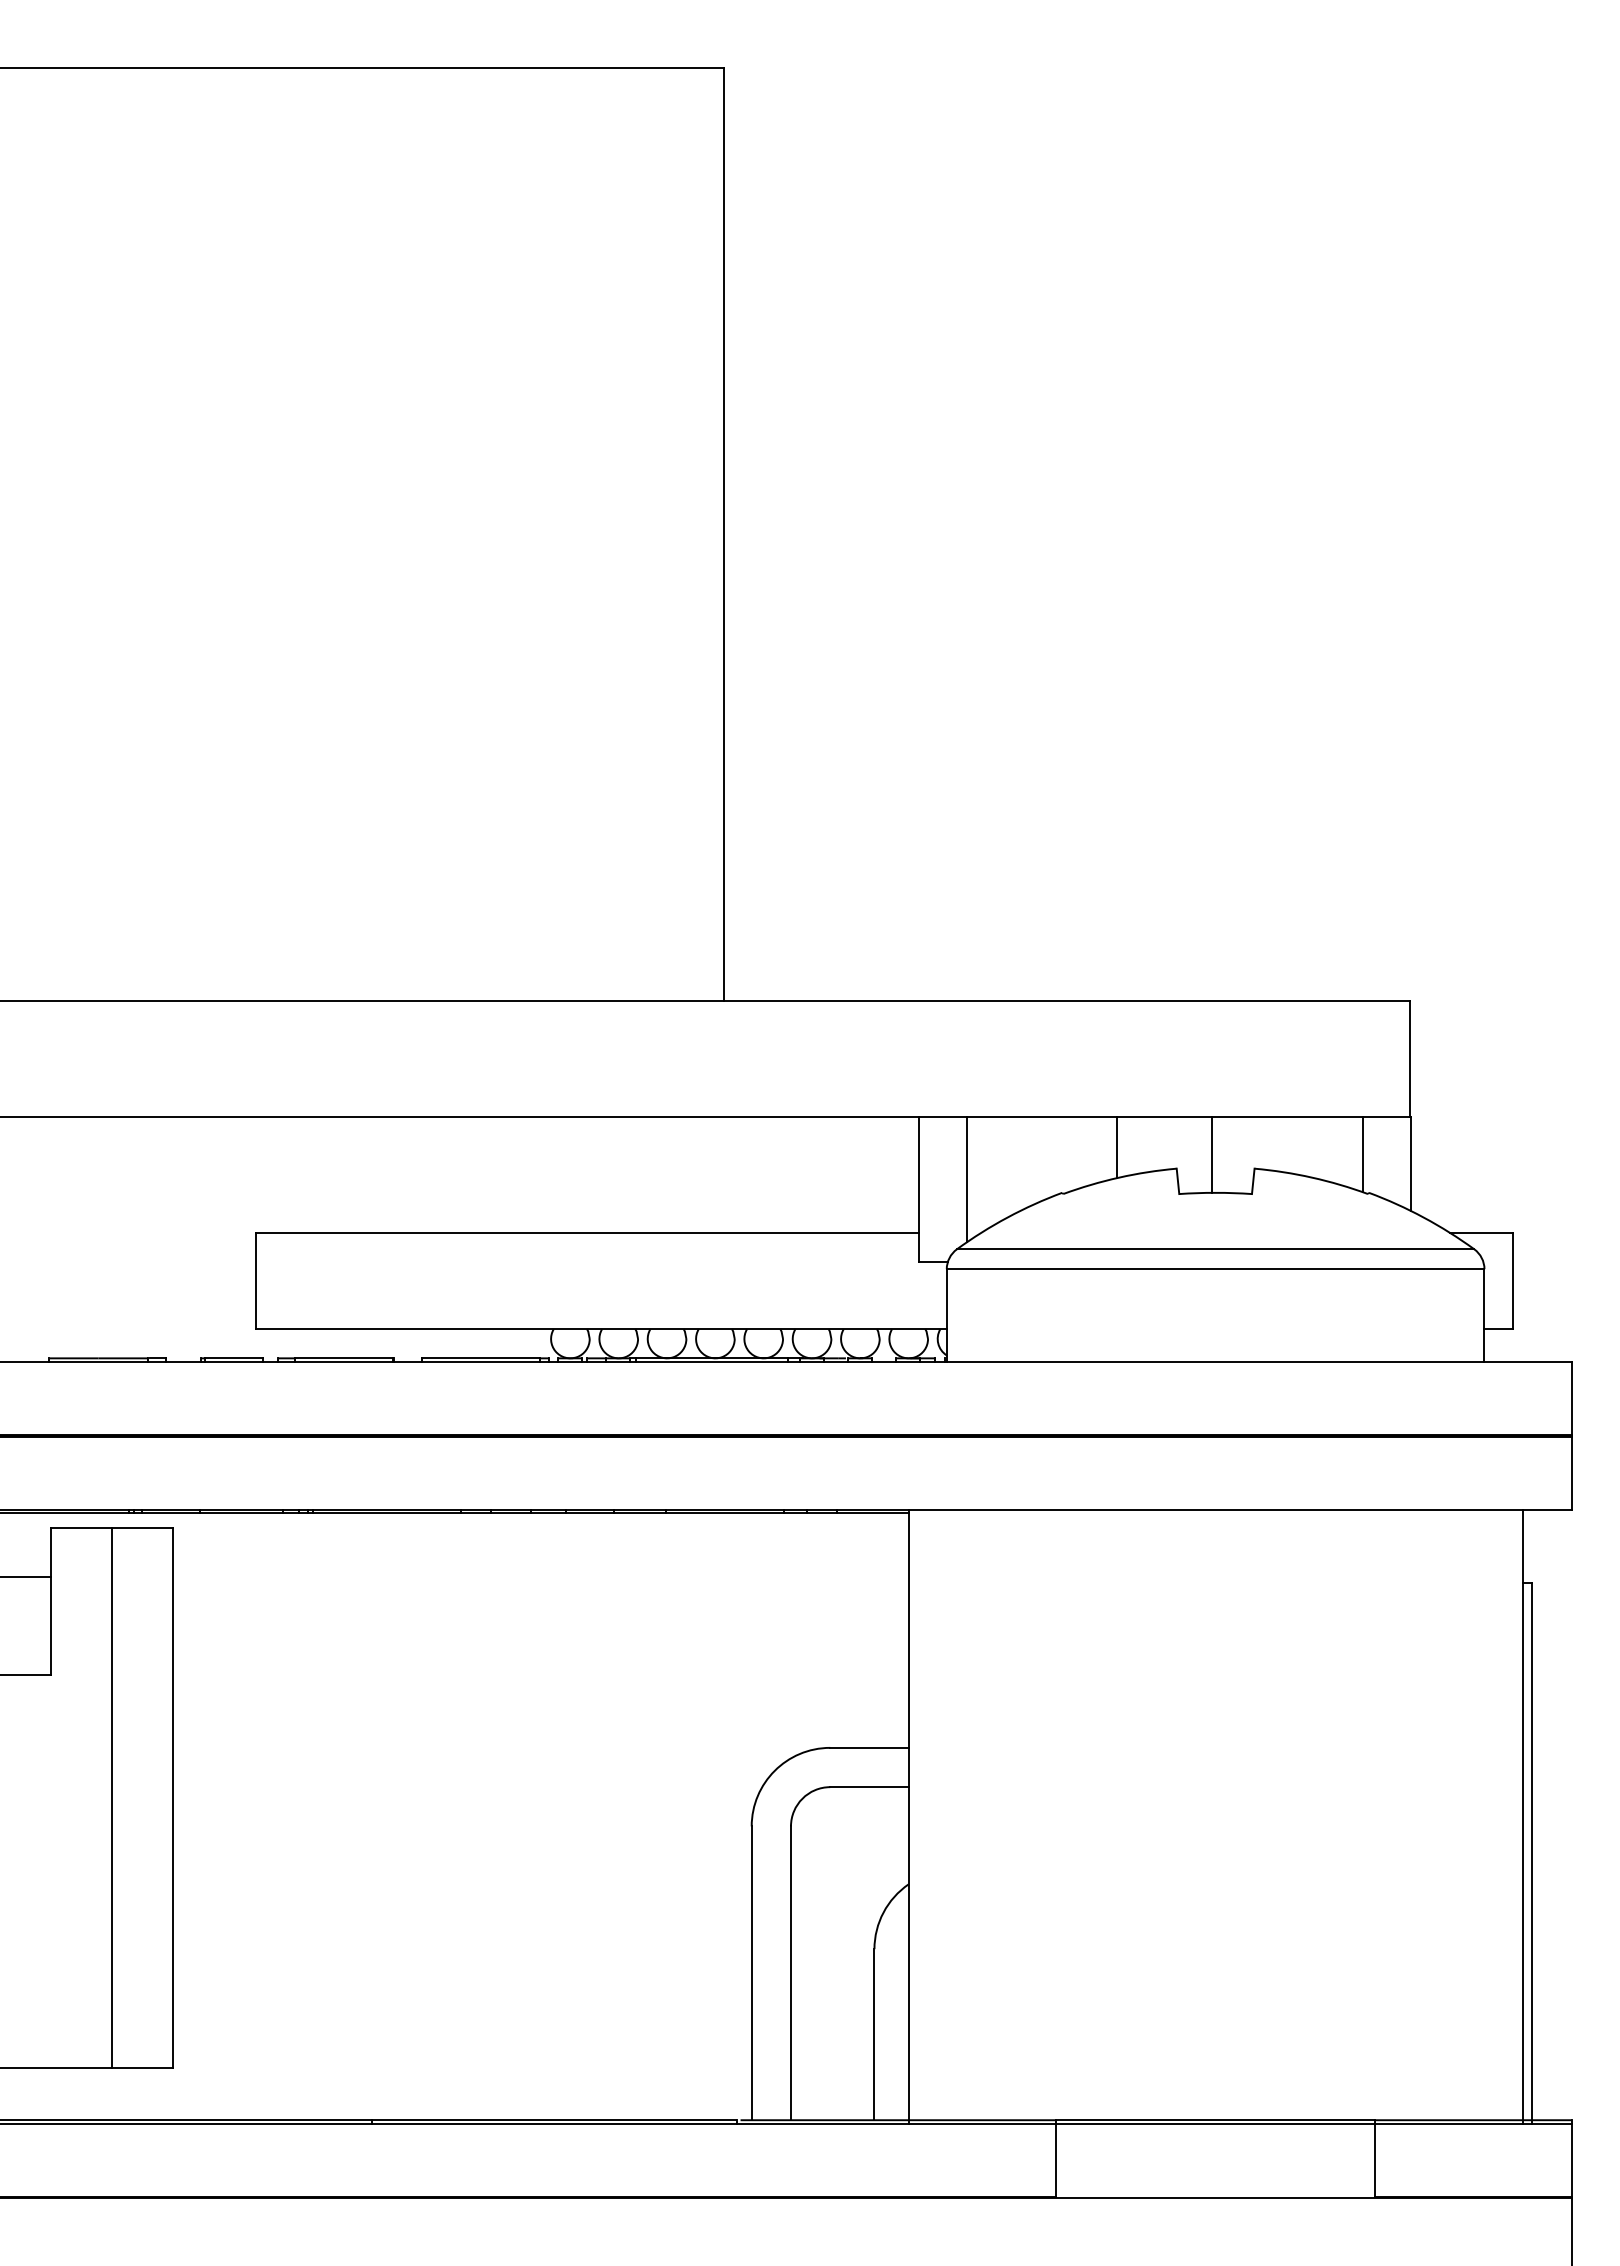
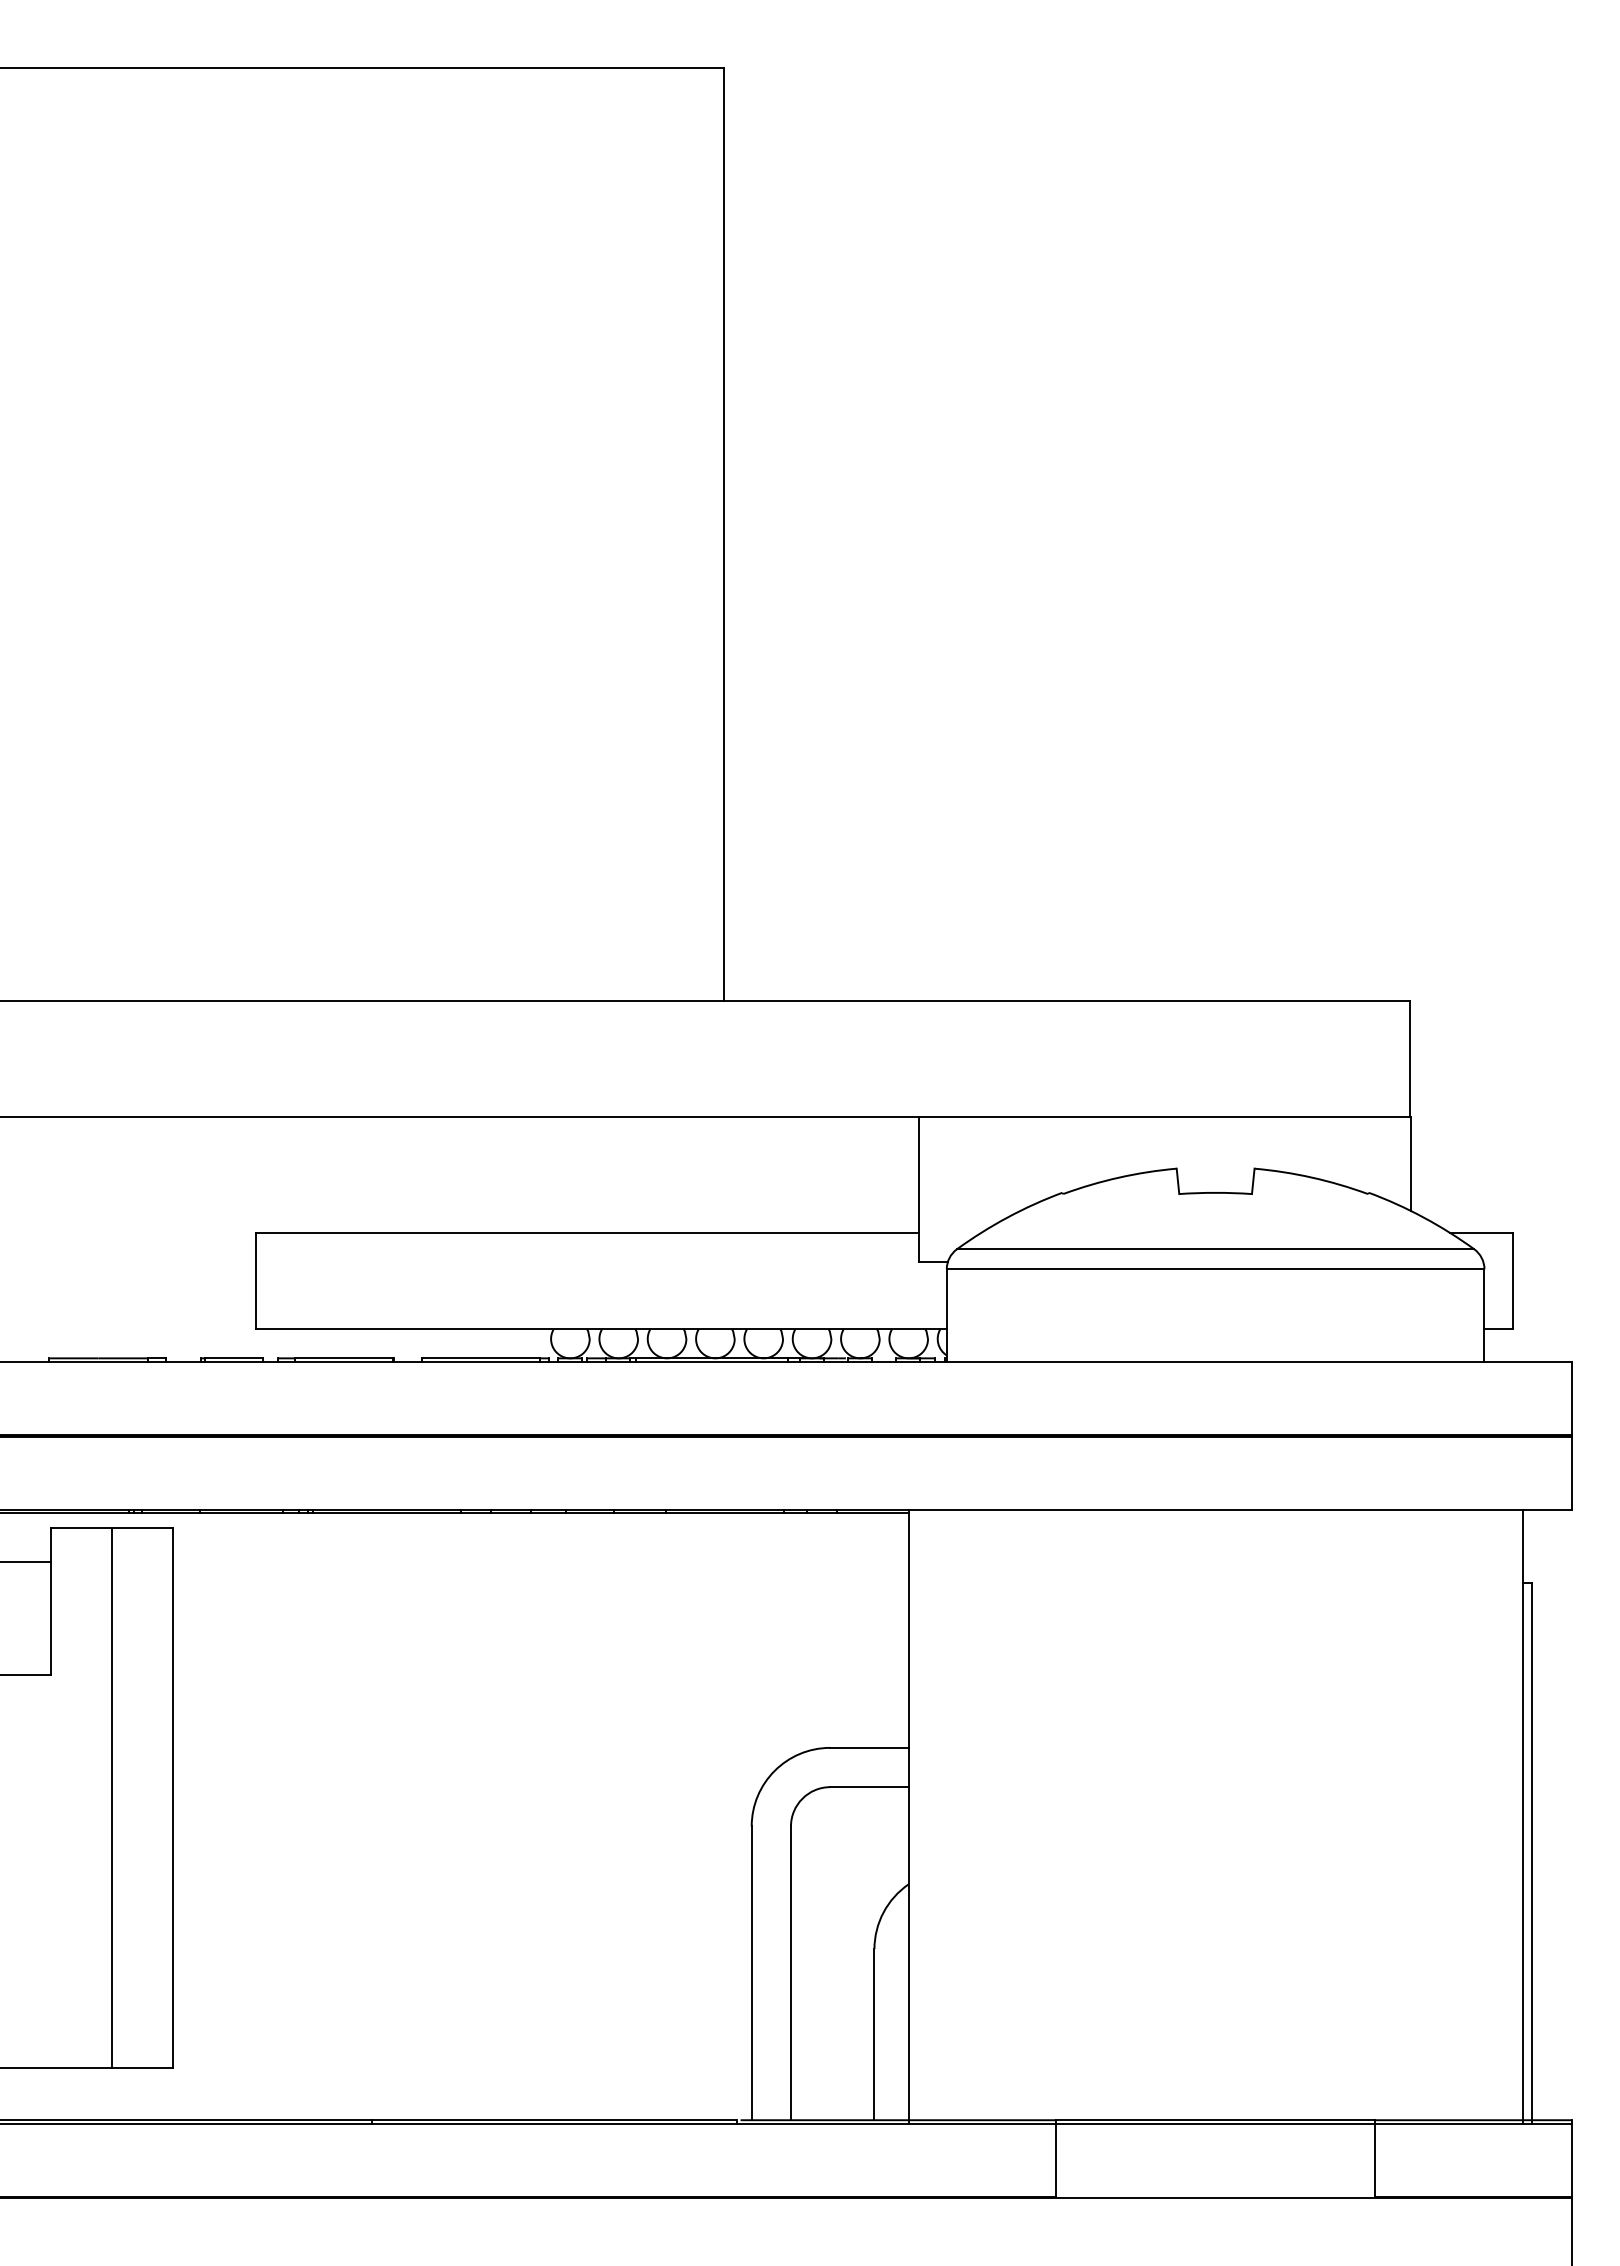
line at (1117, 1147): present -> none
line at (1212, 1154): present -> none
line at (1362, 1154): present -> none
line at (966, 1179): present -> none
line at (26, 1576) position: (26, 1576) -> (26, 1561)
